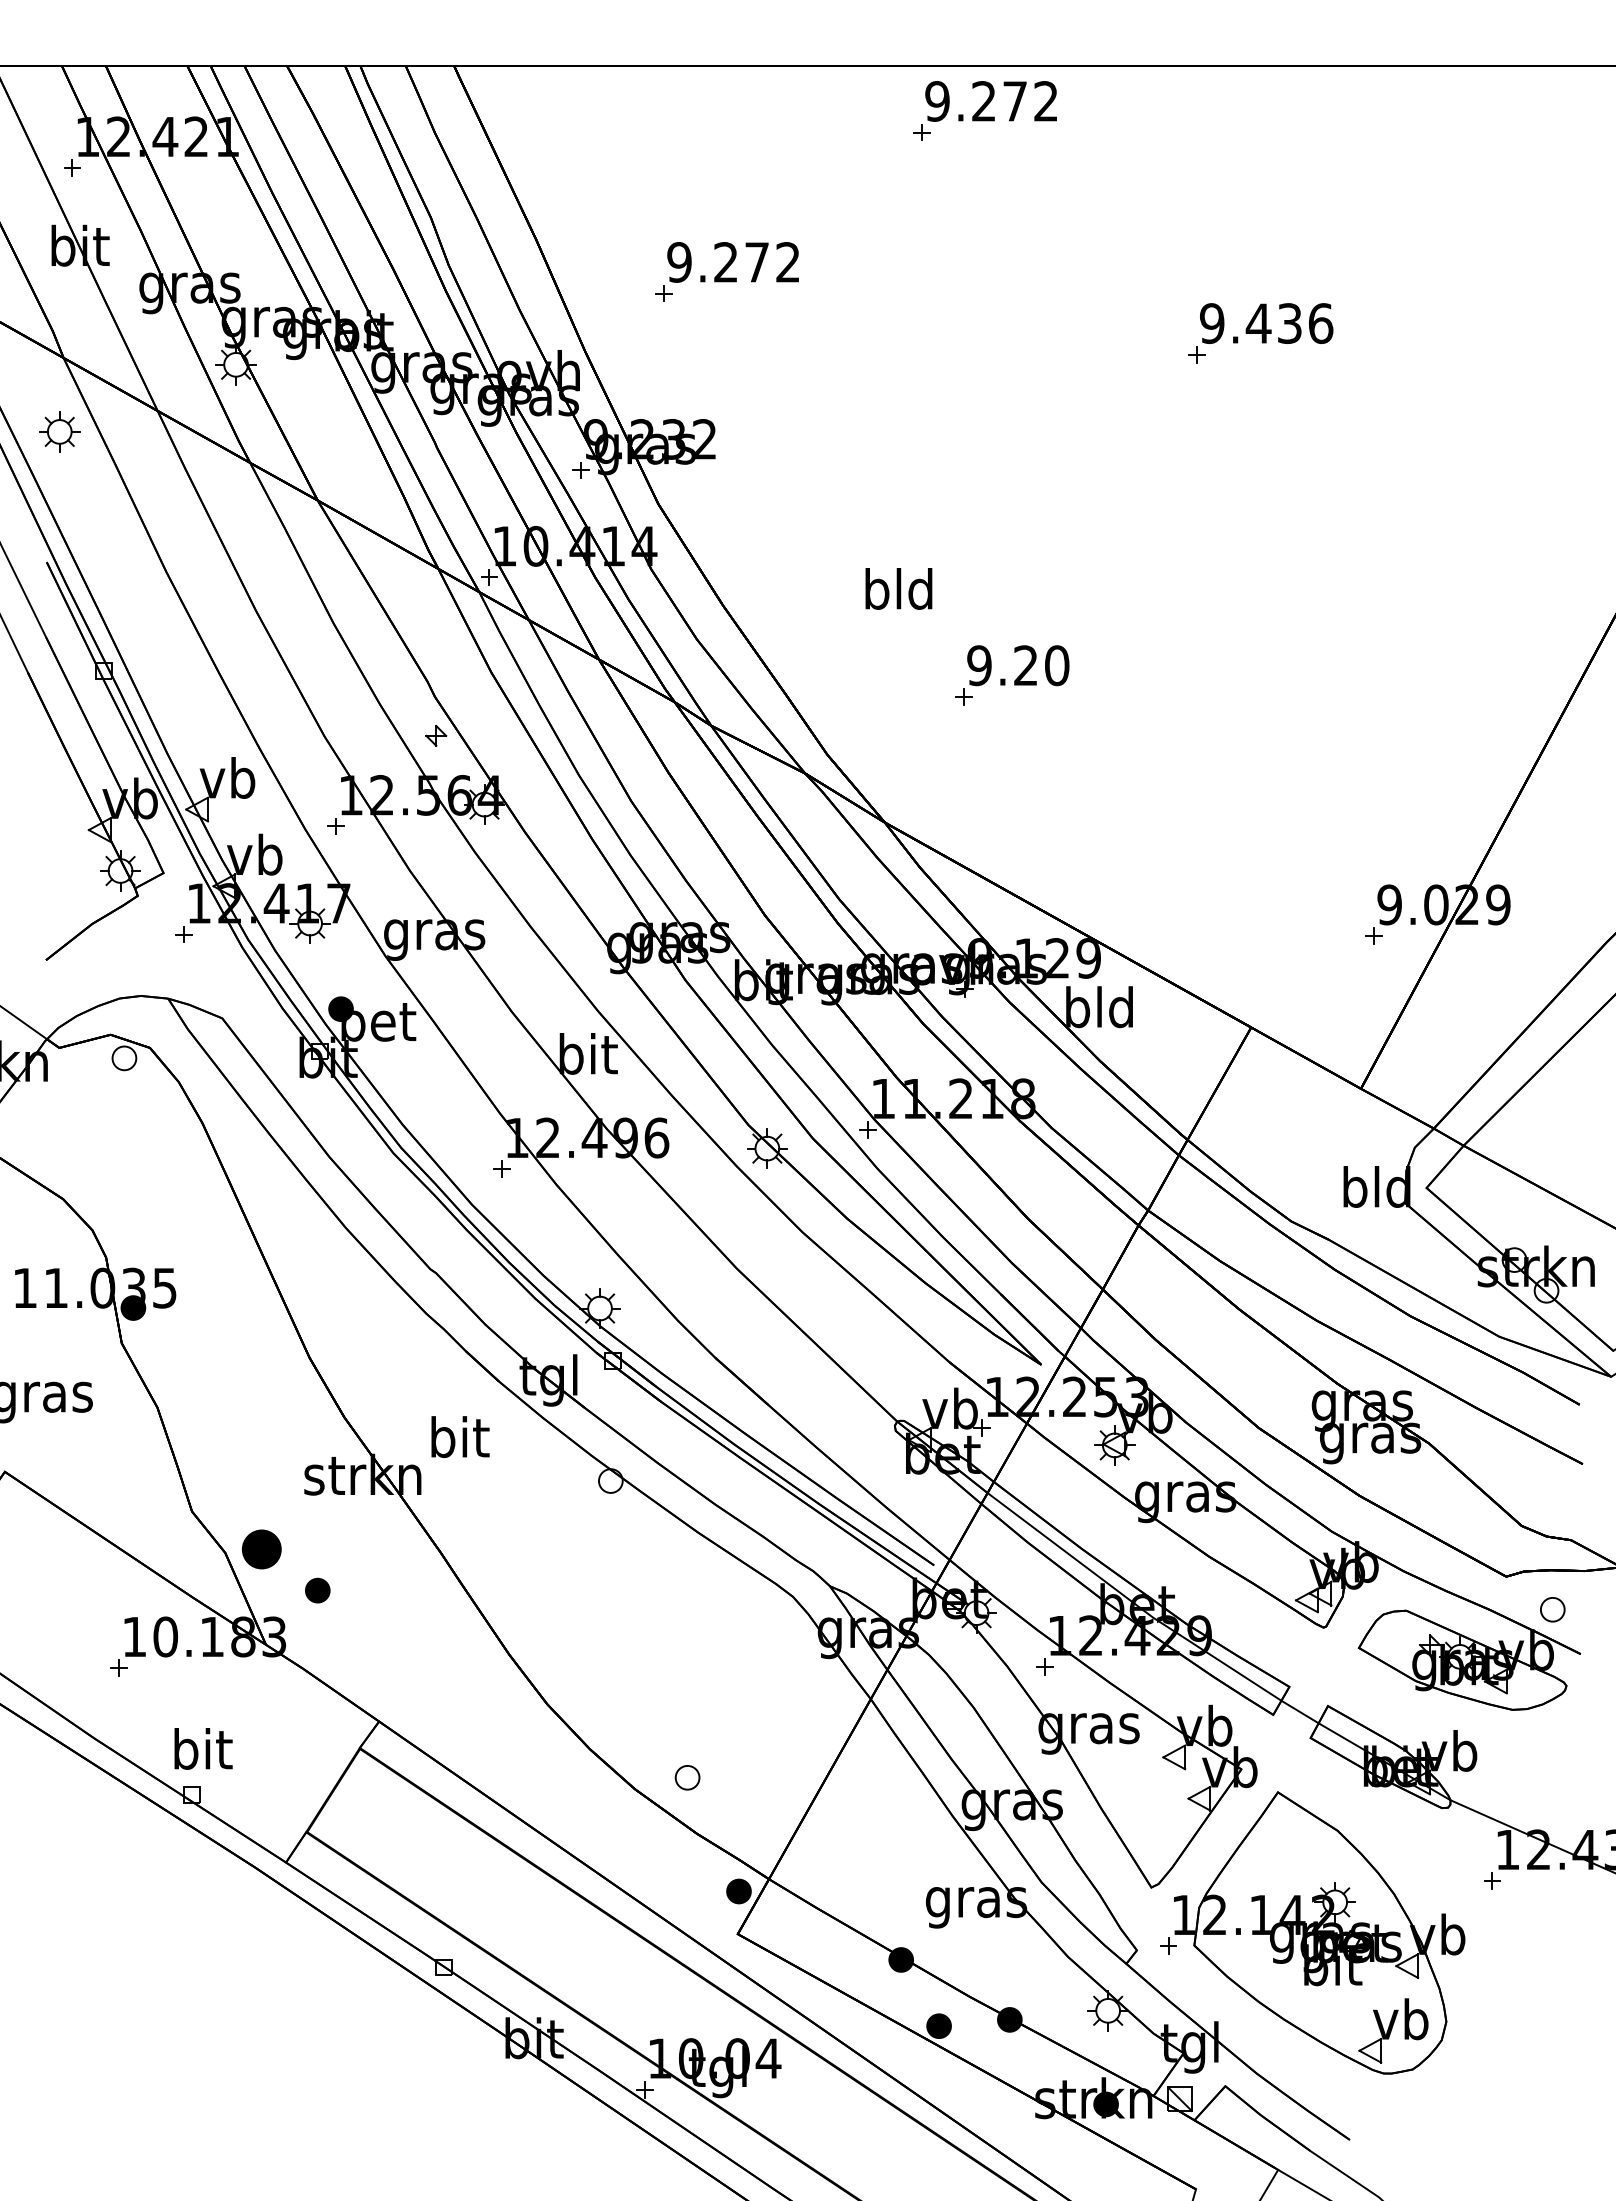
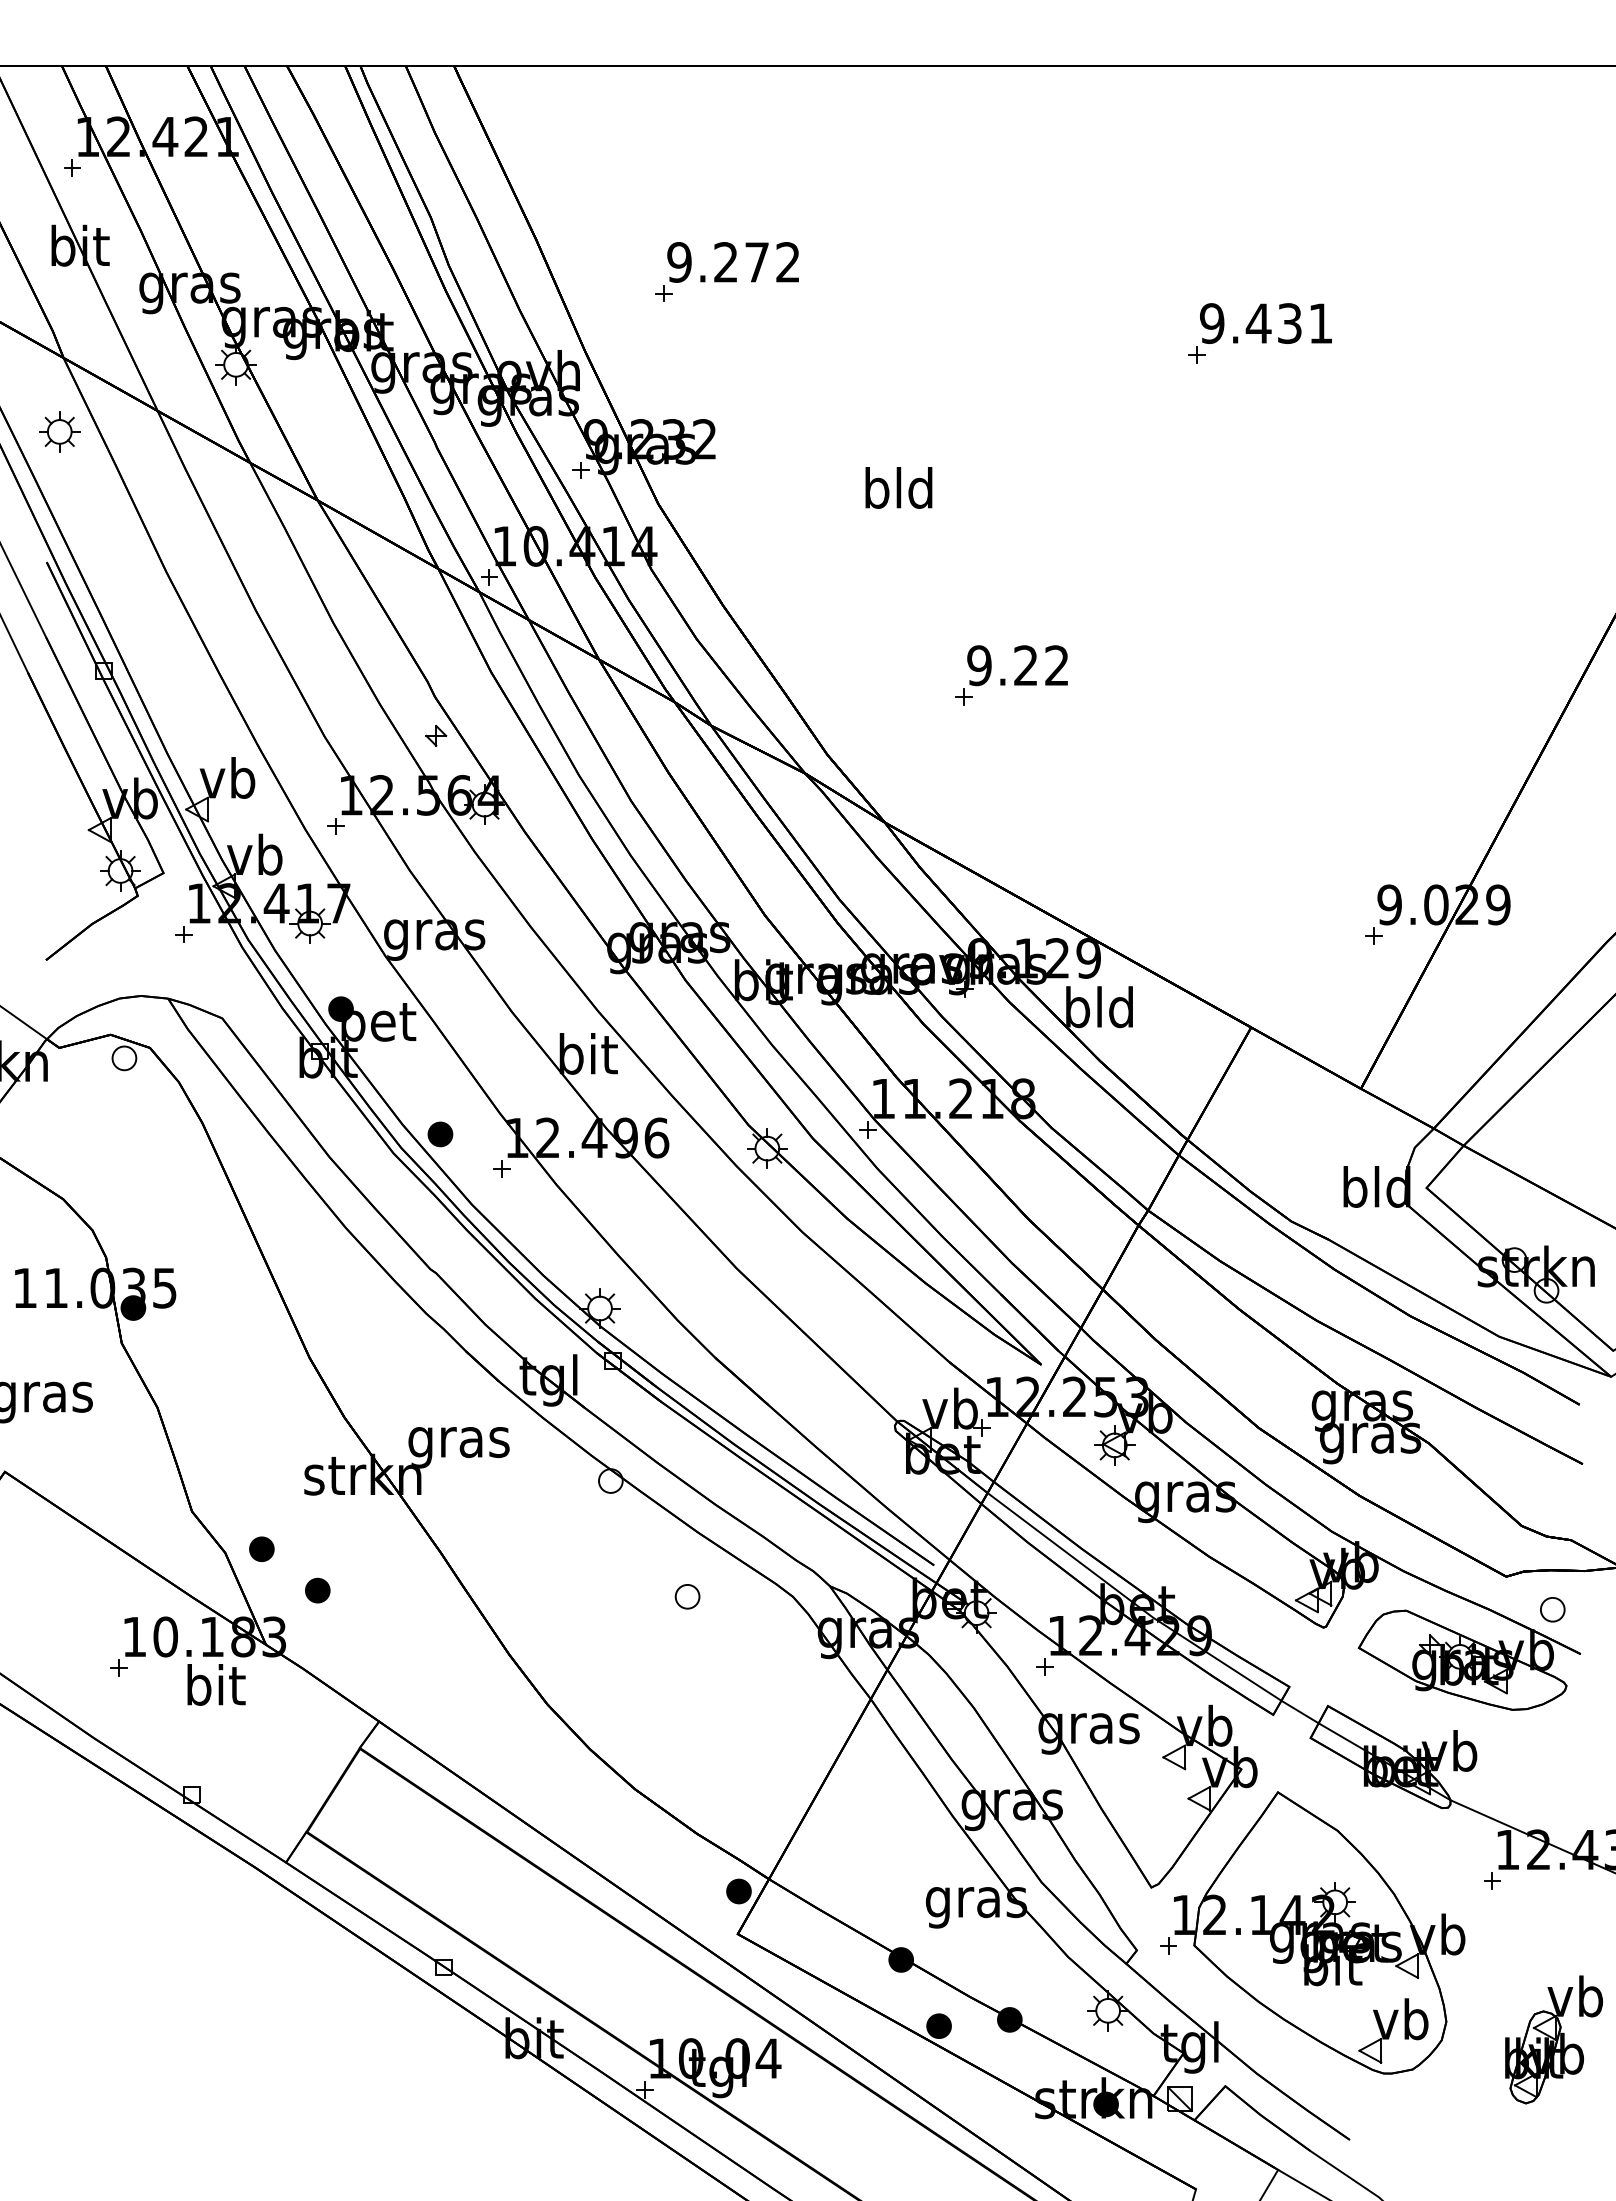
part at (984, 110): present -> none
text at (1321, 323): 9.436 -> 9.431
text at (898, 588) position: (898, 588) -> (898, 487)
text at (1057, 665): 9.20 -> 9.22
part at (440, 1134): none -> present
text at (458, 1442): bit -> gras
part at (261, 1549) size: 40x41 px -> 26x26 px
text at (203, 1748) position: (203, 1748) -> (216, 1684)
part at (687, 1777) position: (687, 1777) -> (687, 1596)
part at (1553, 2039): none -> present
